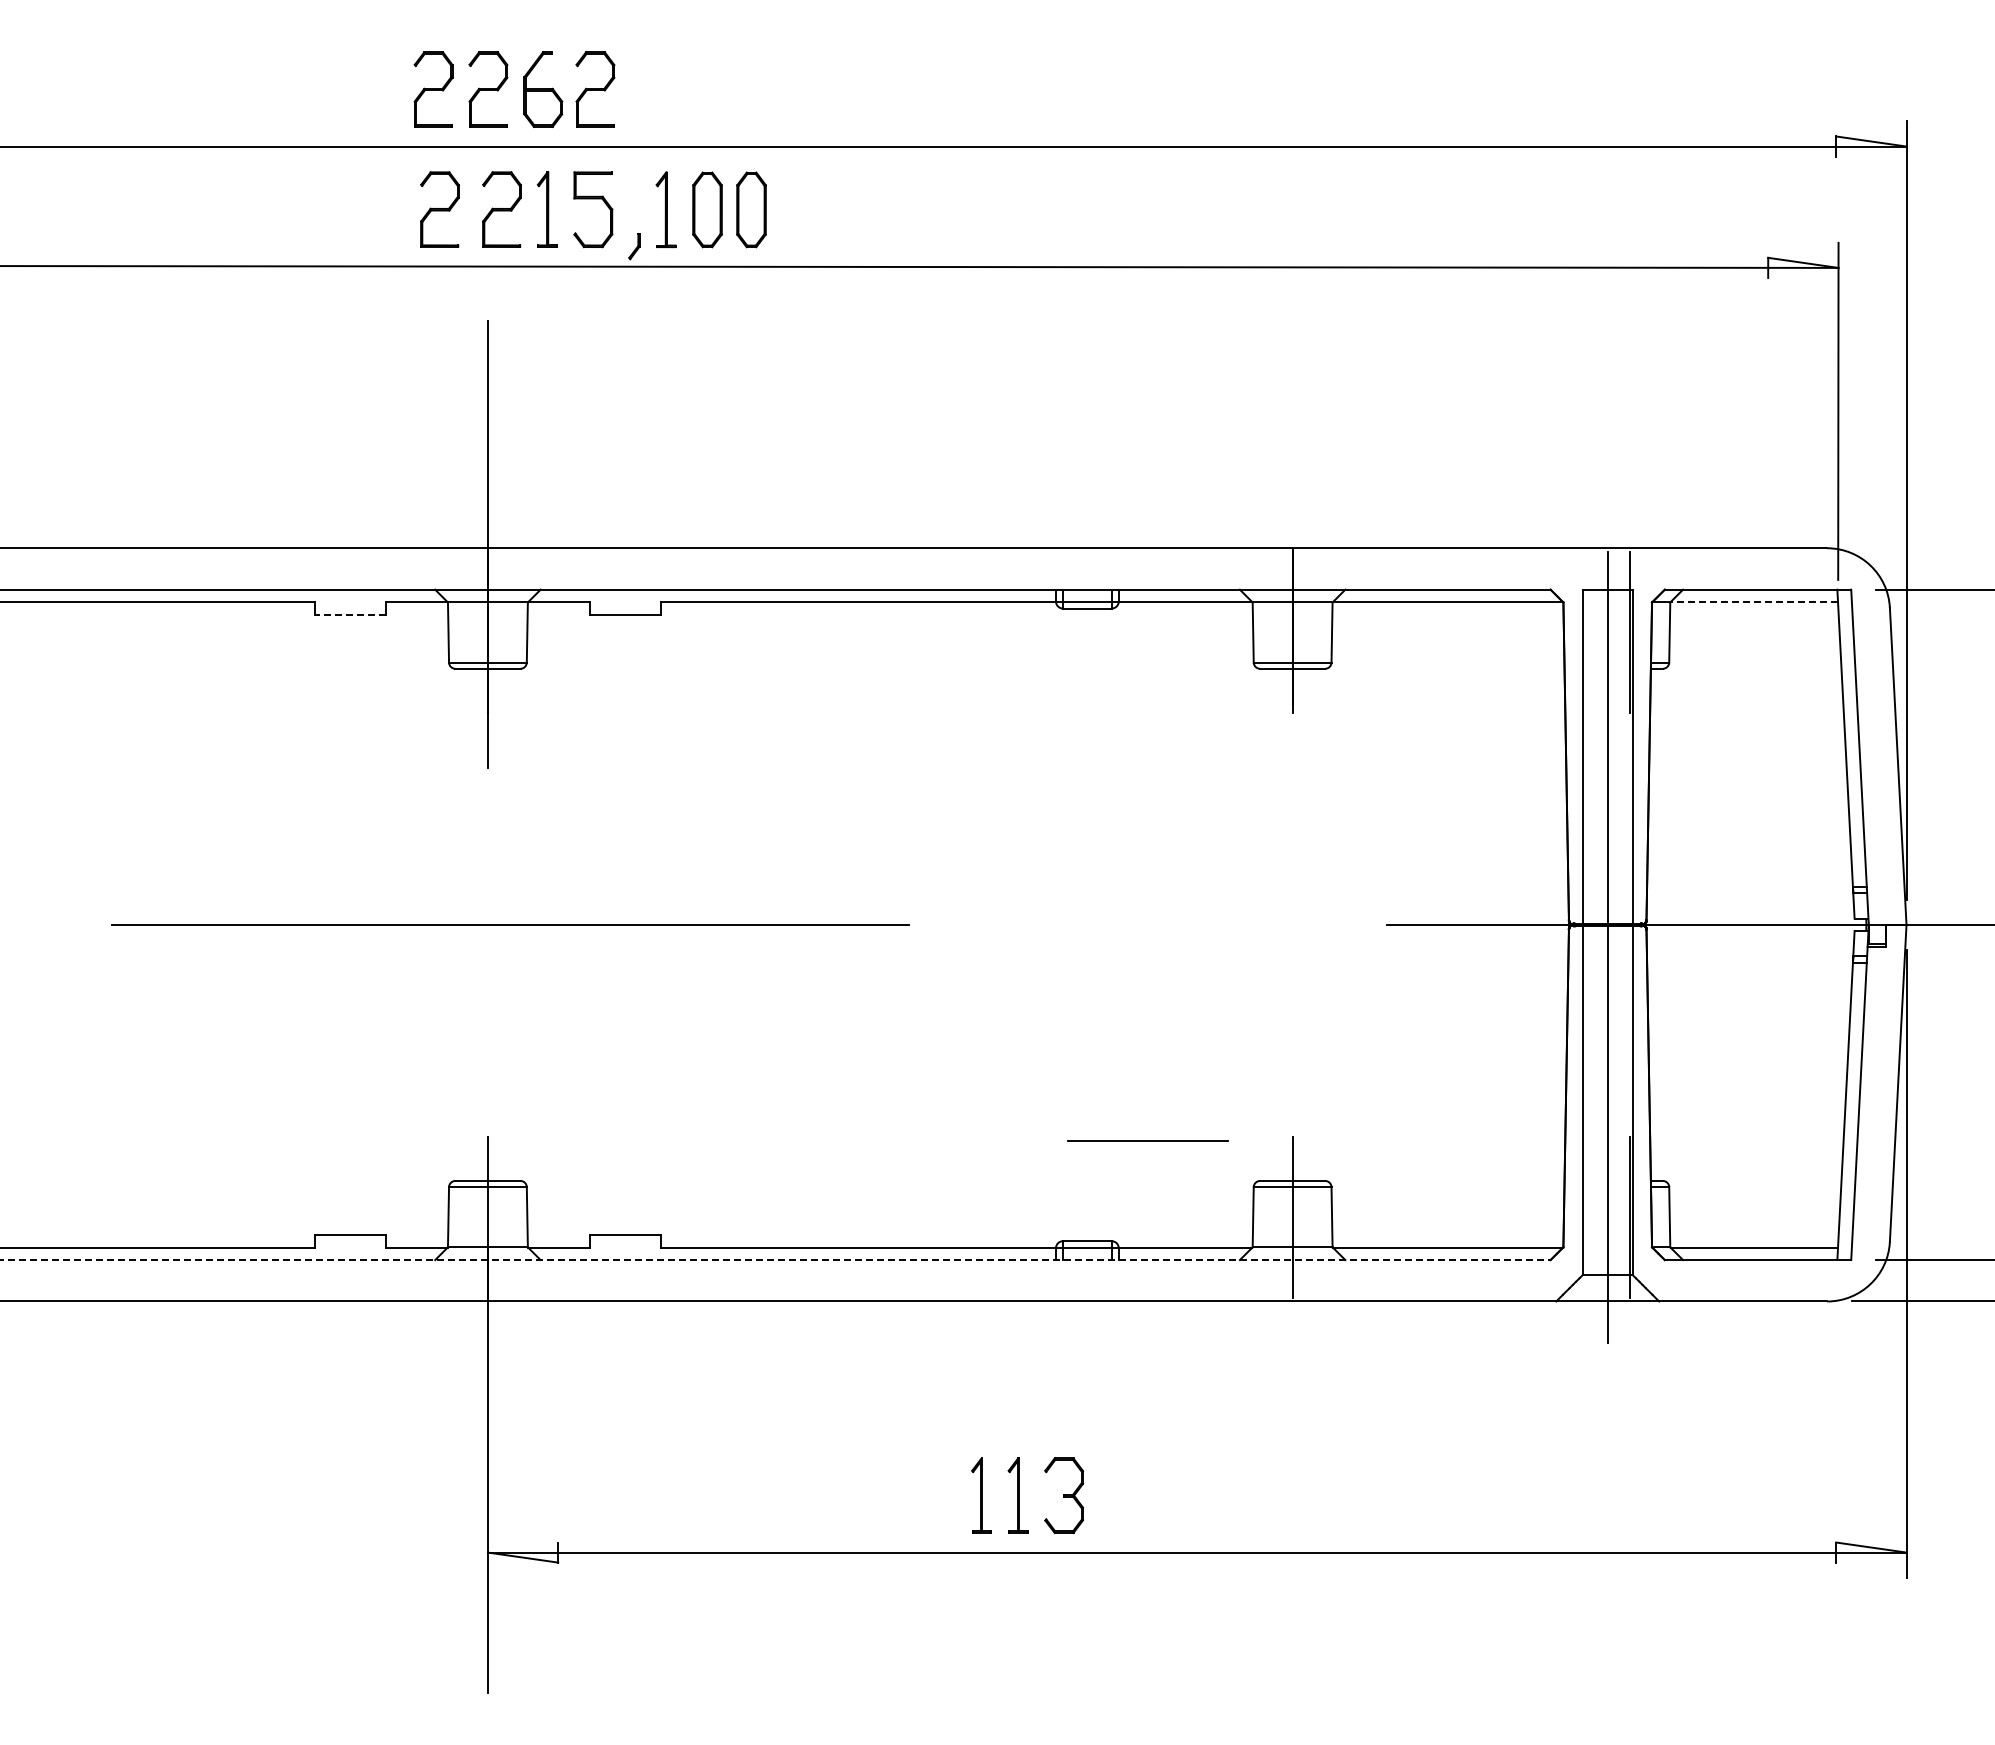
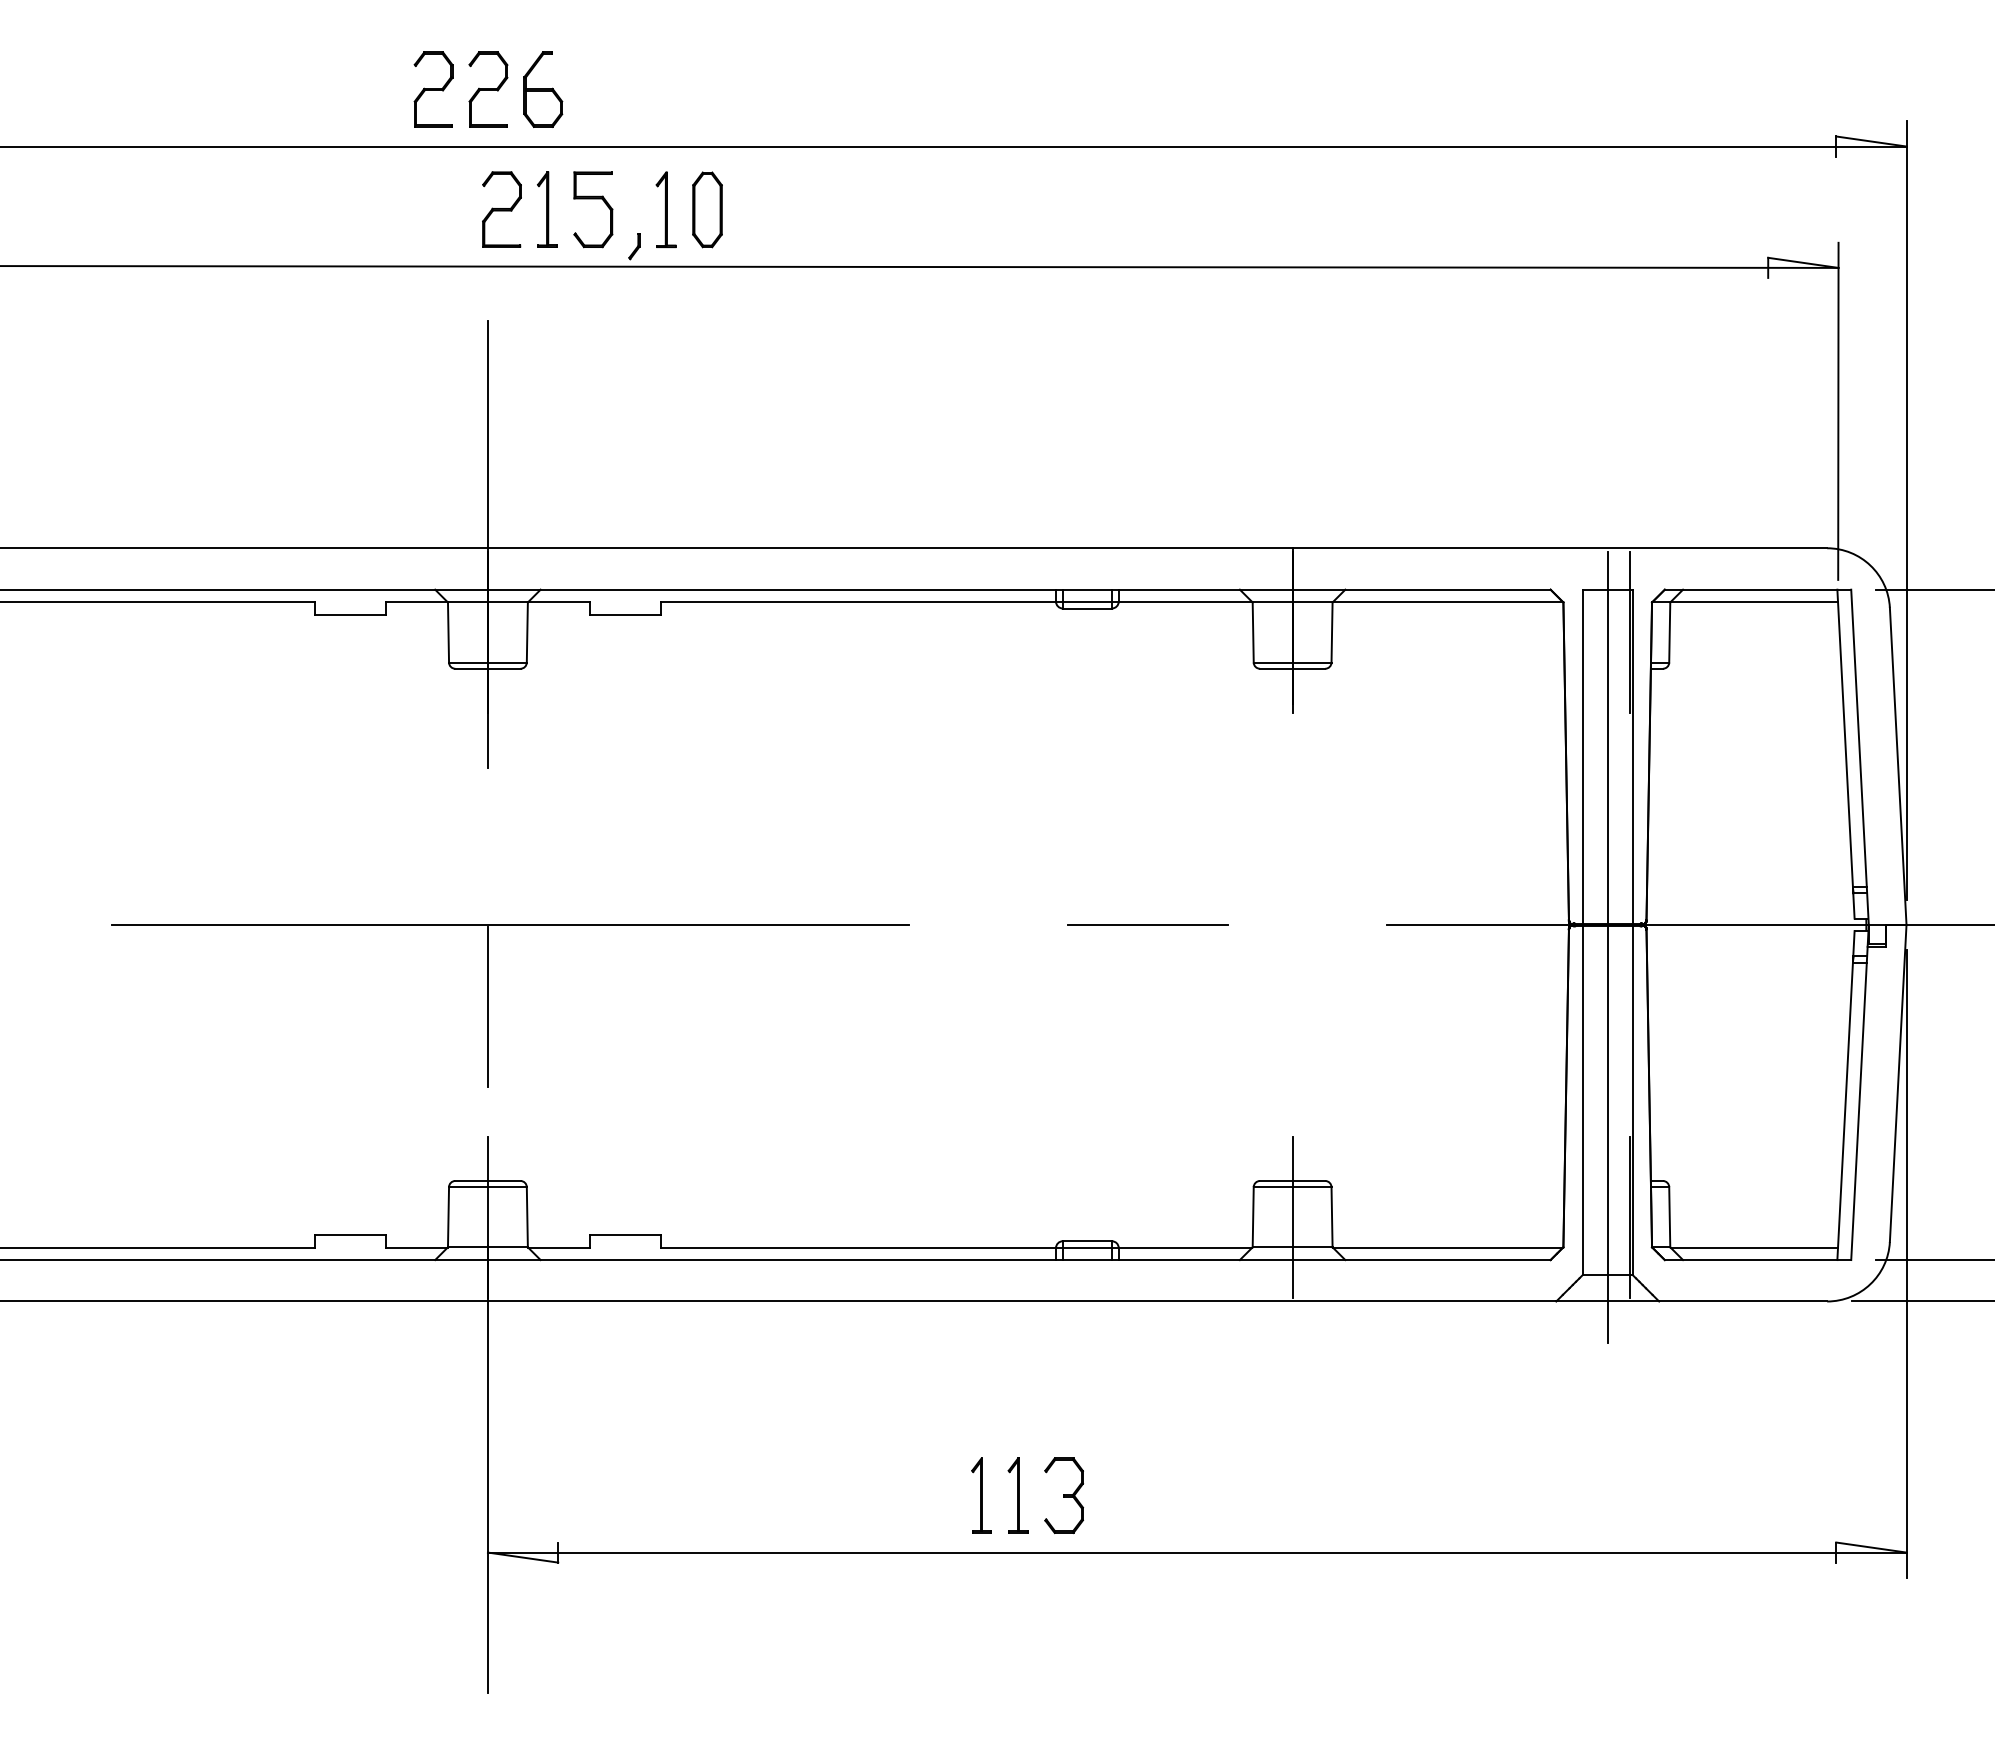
part at (595, 89): present -> none
part at (439, 209): present -> none
part at (751, 209): present -> none
line at (1754, 602): dashed -> solid
line at (350, 614): dashed -> solid
line at (487, 1006): none -> present
line at (1147, 1140) position: (1147, 1140) -> (1147, 924)
line at (775, 1260): dashed -> solid
